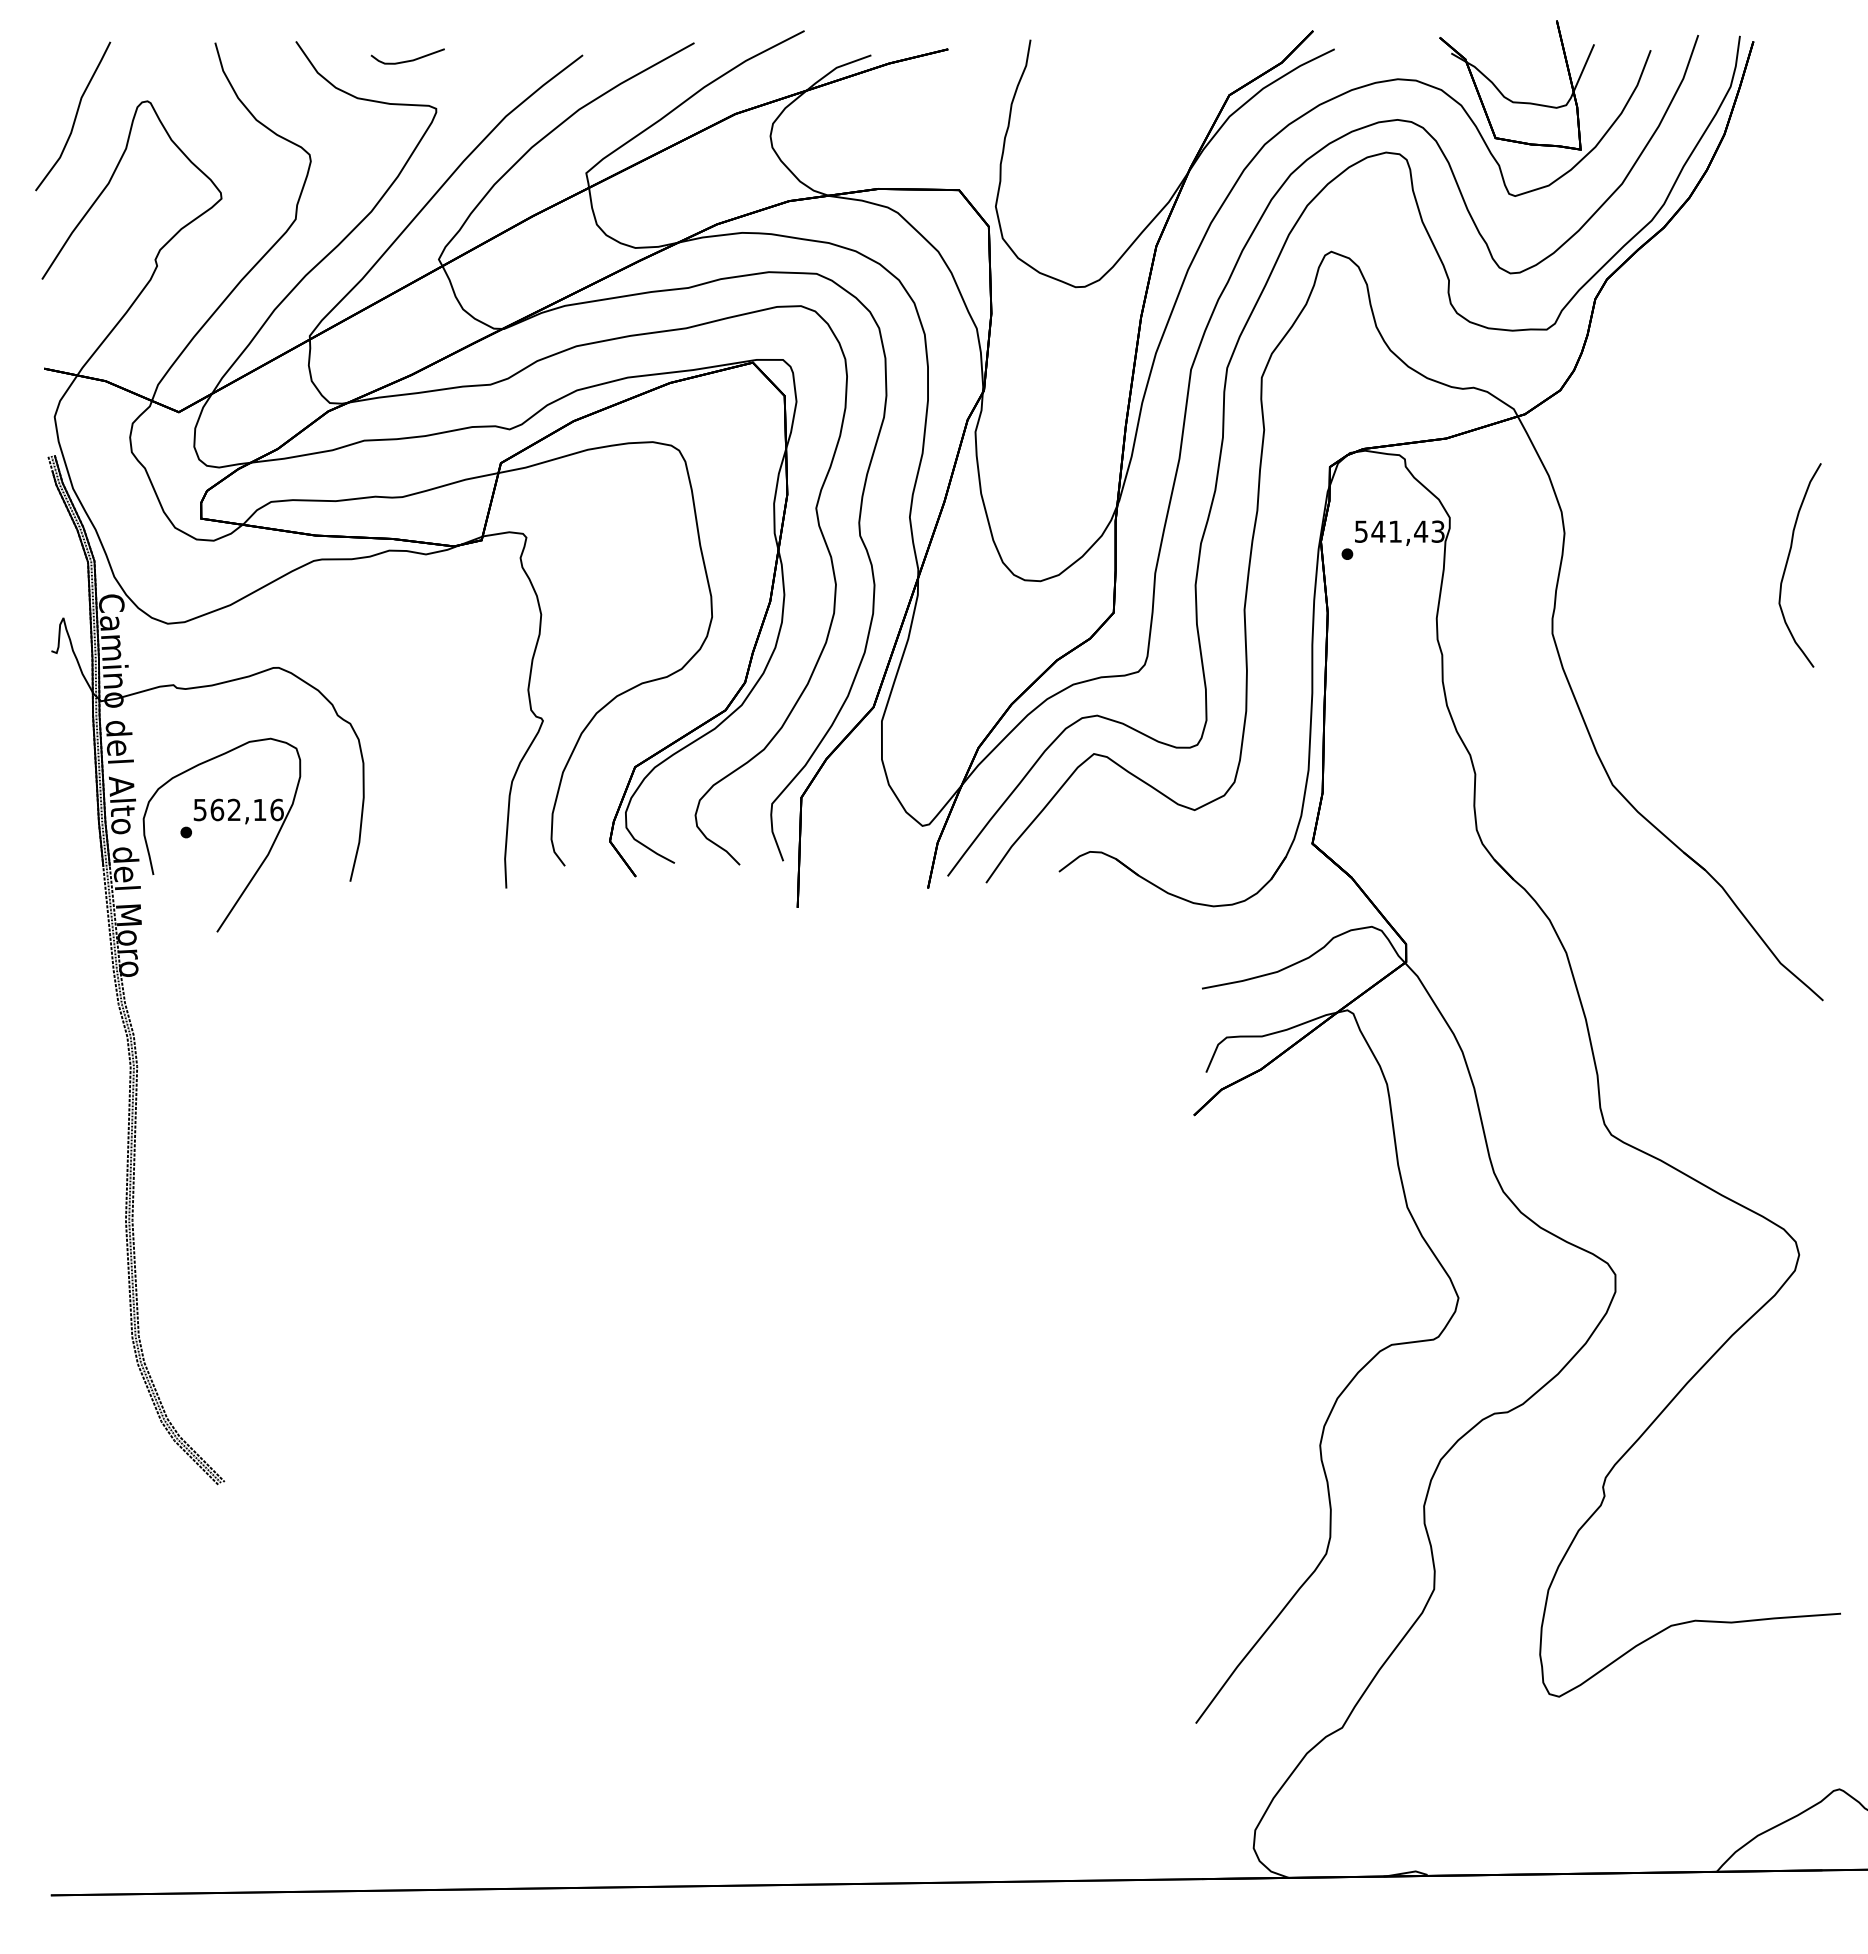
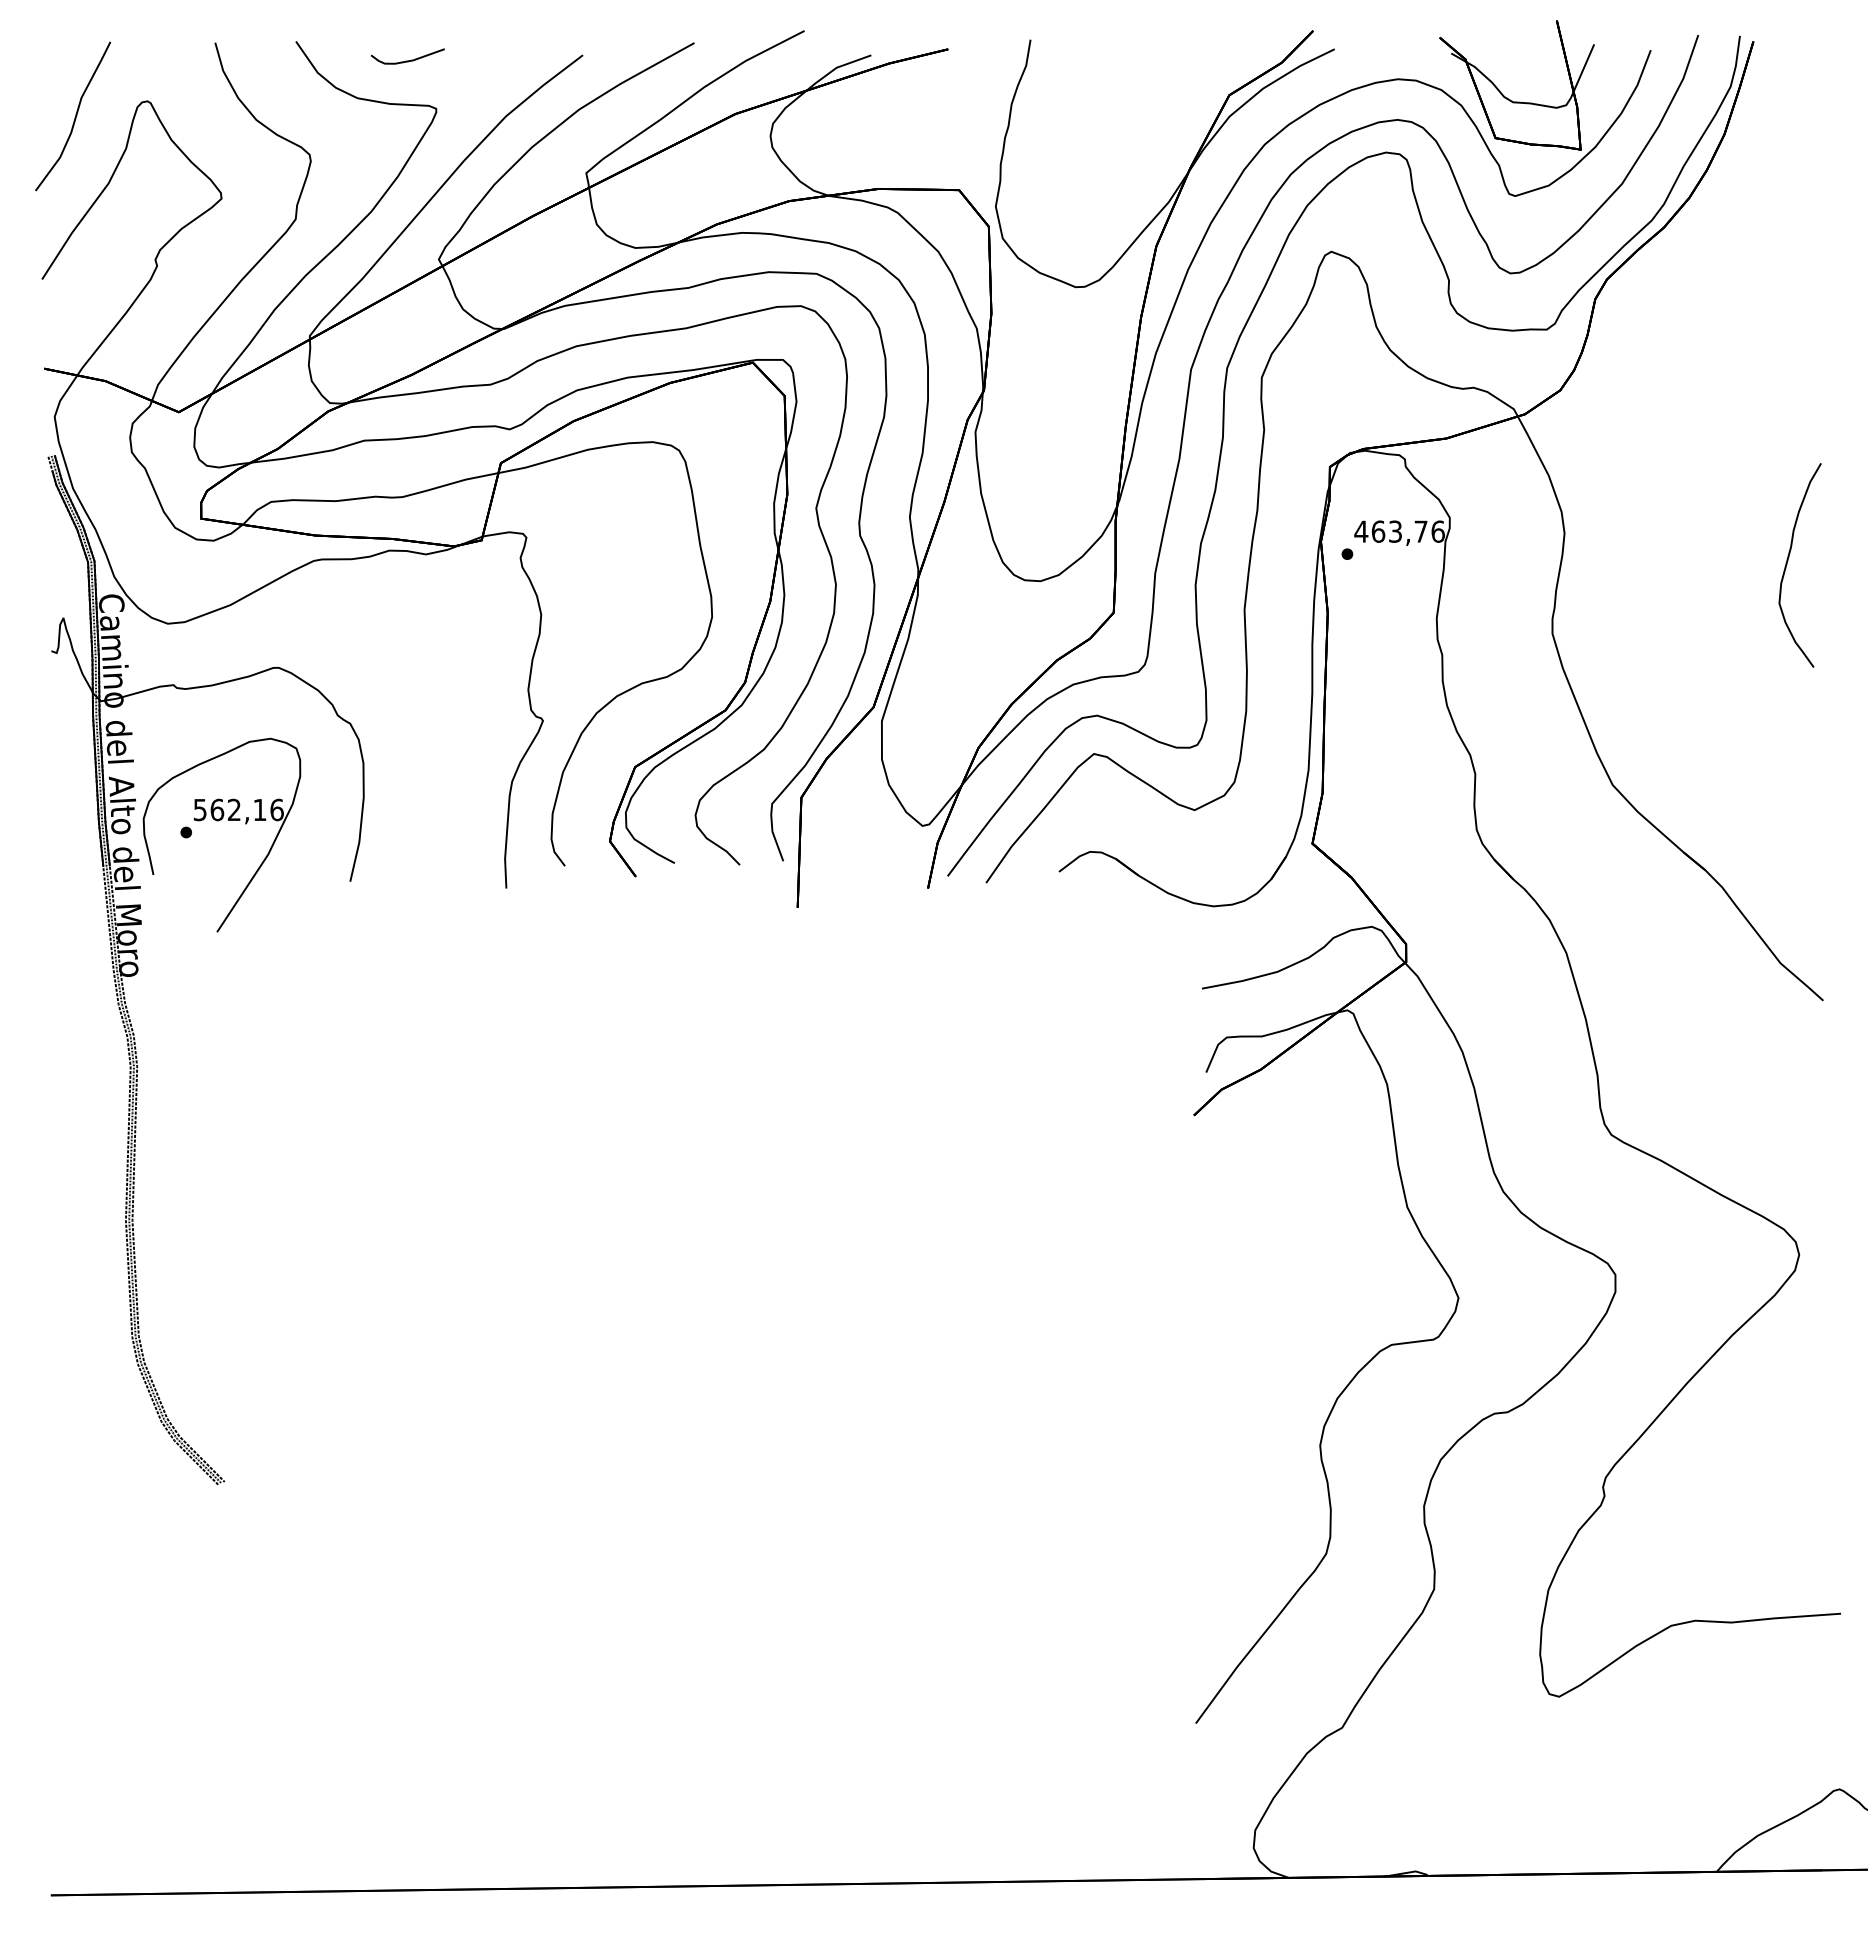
text at (1399, 531): 541,43 -> 463,76
